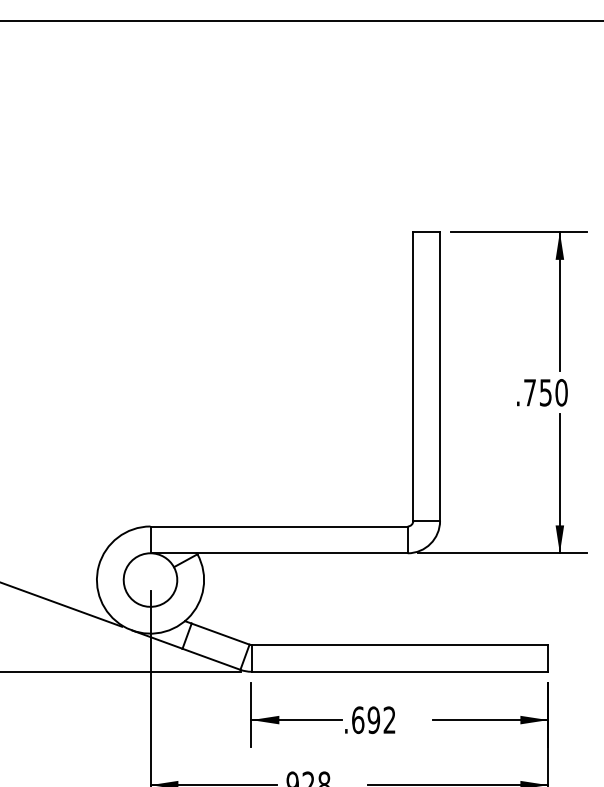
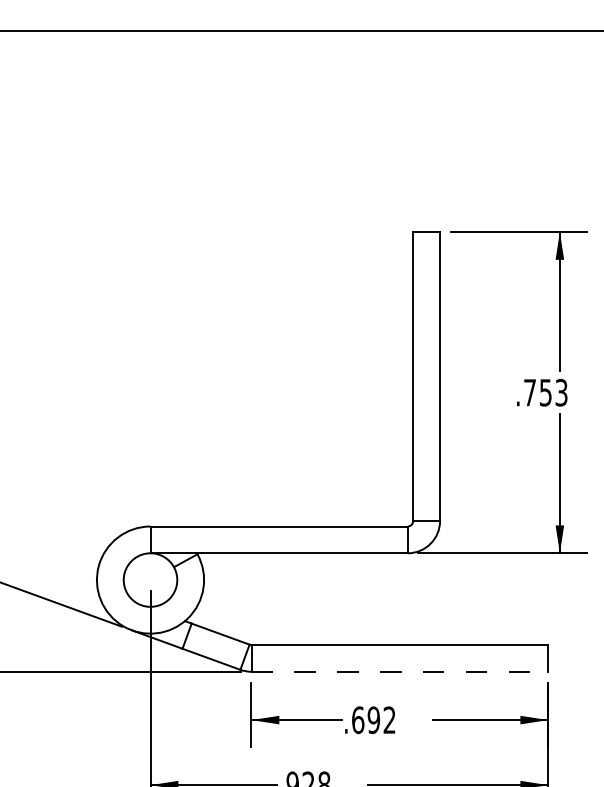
line at (301, 21) position: (301, 21) -> (301, 31)
text at (561, 392): .750 -> .753
line at (400, 671): solid -> dashed
